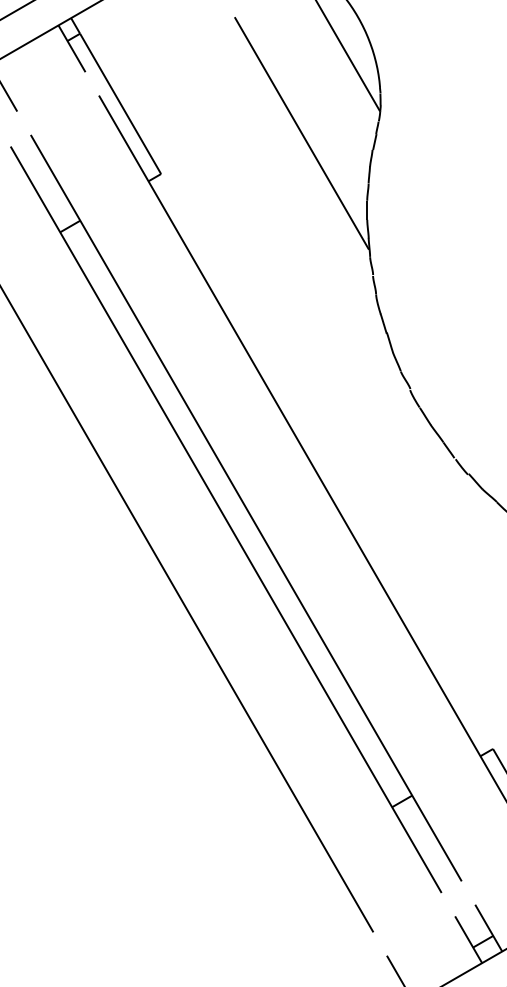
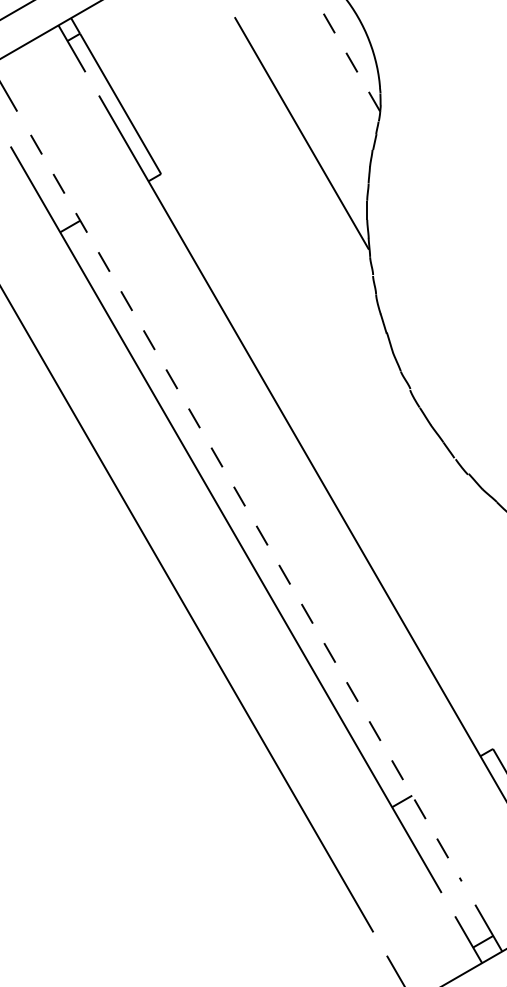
line at (347, 55): solid -> dashed
line at (246, 508): solid -> dashed
